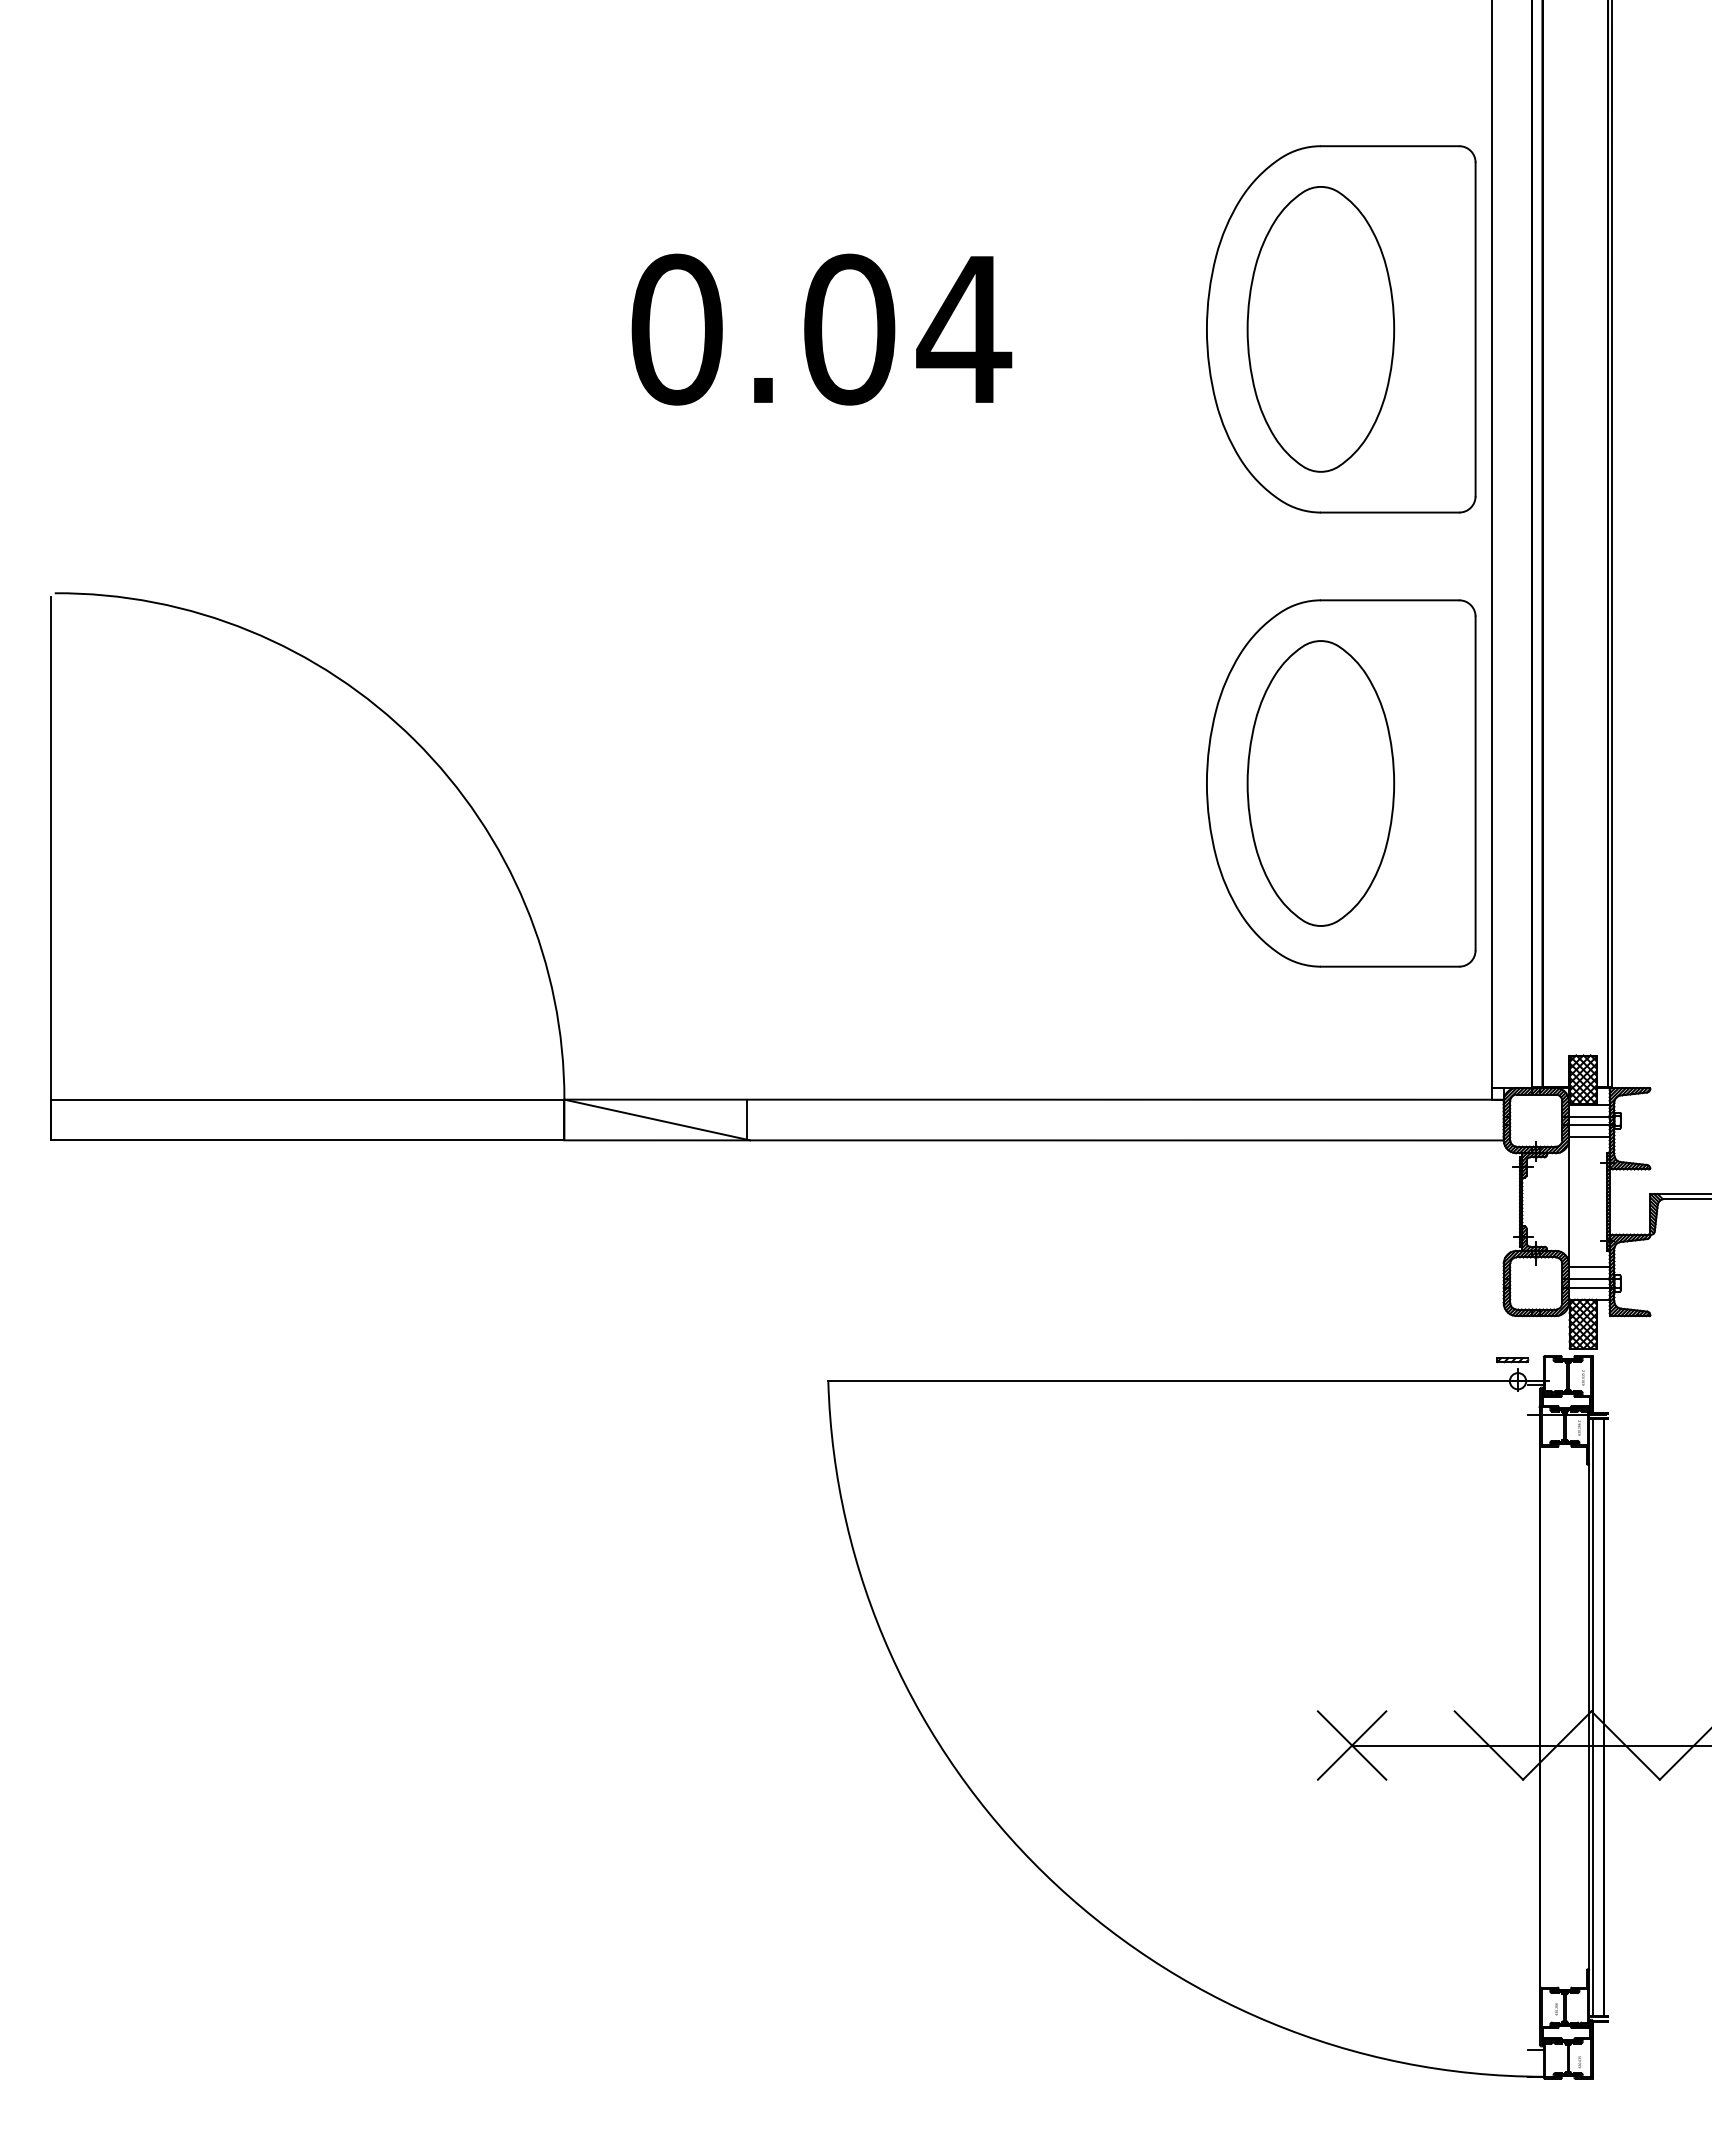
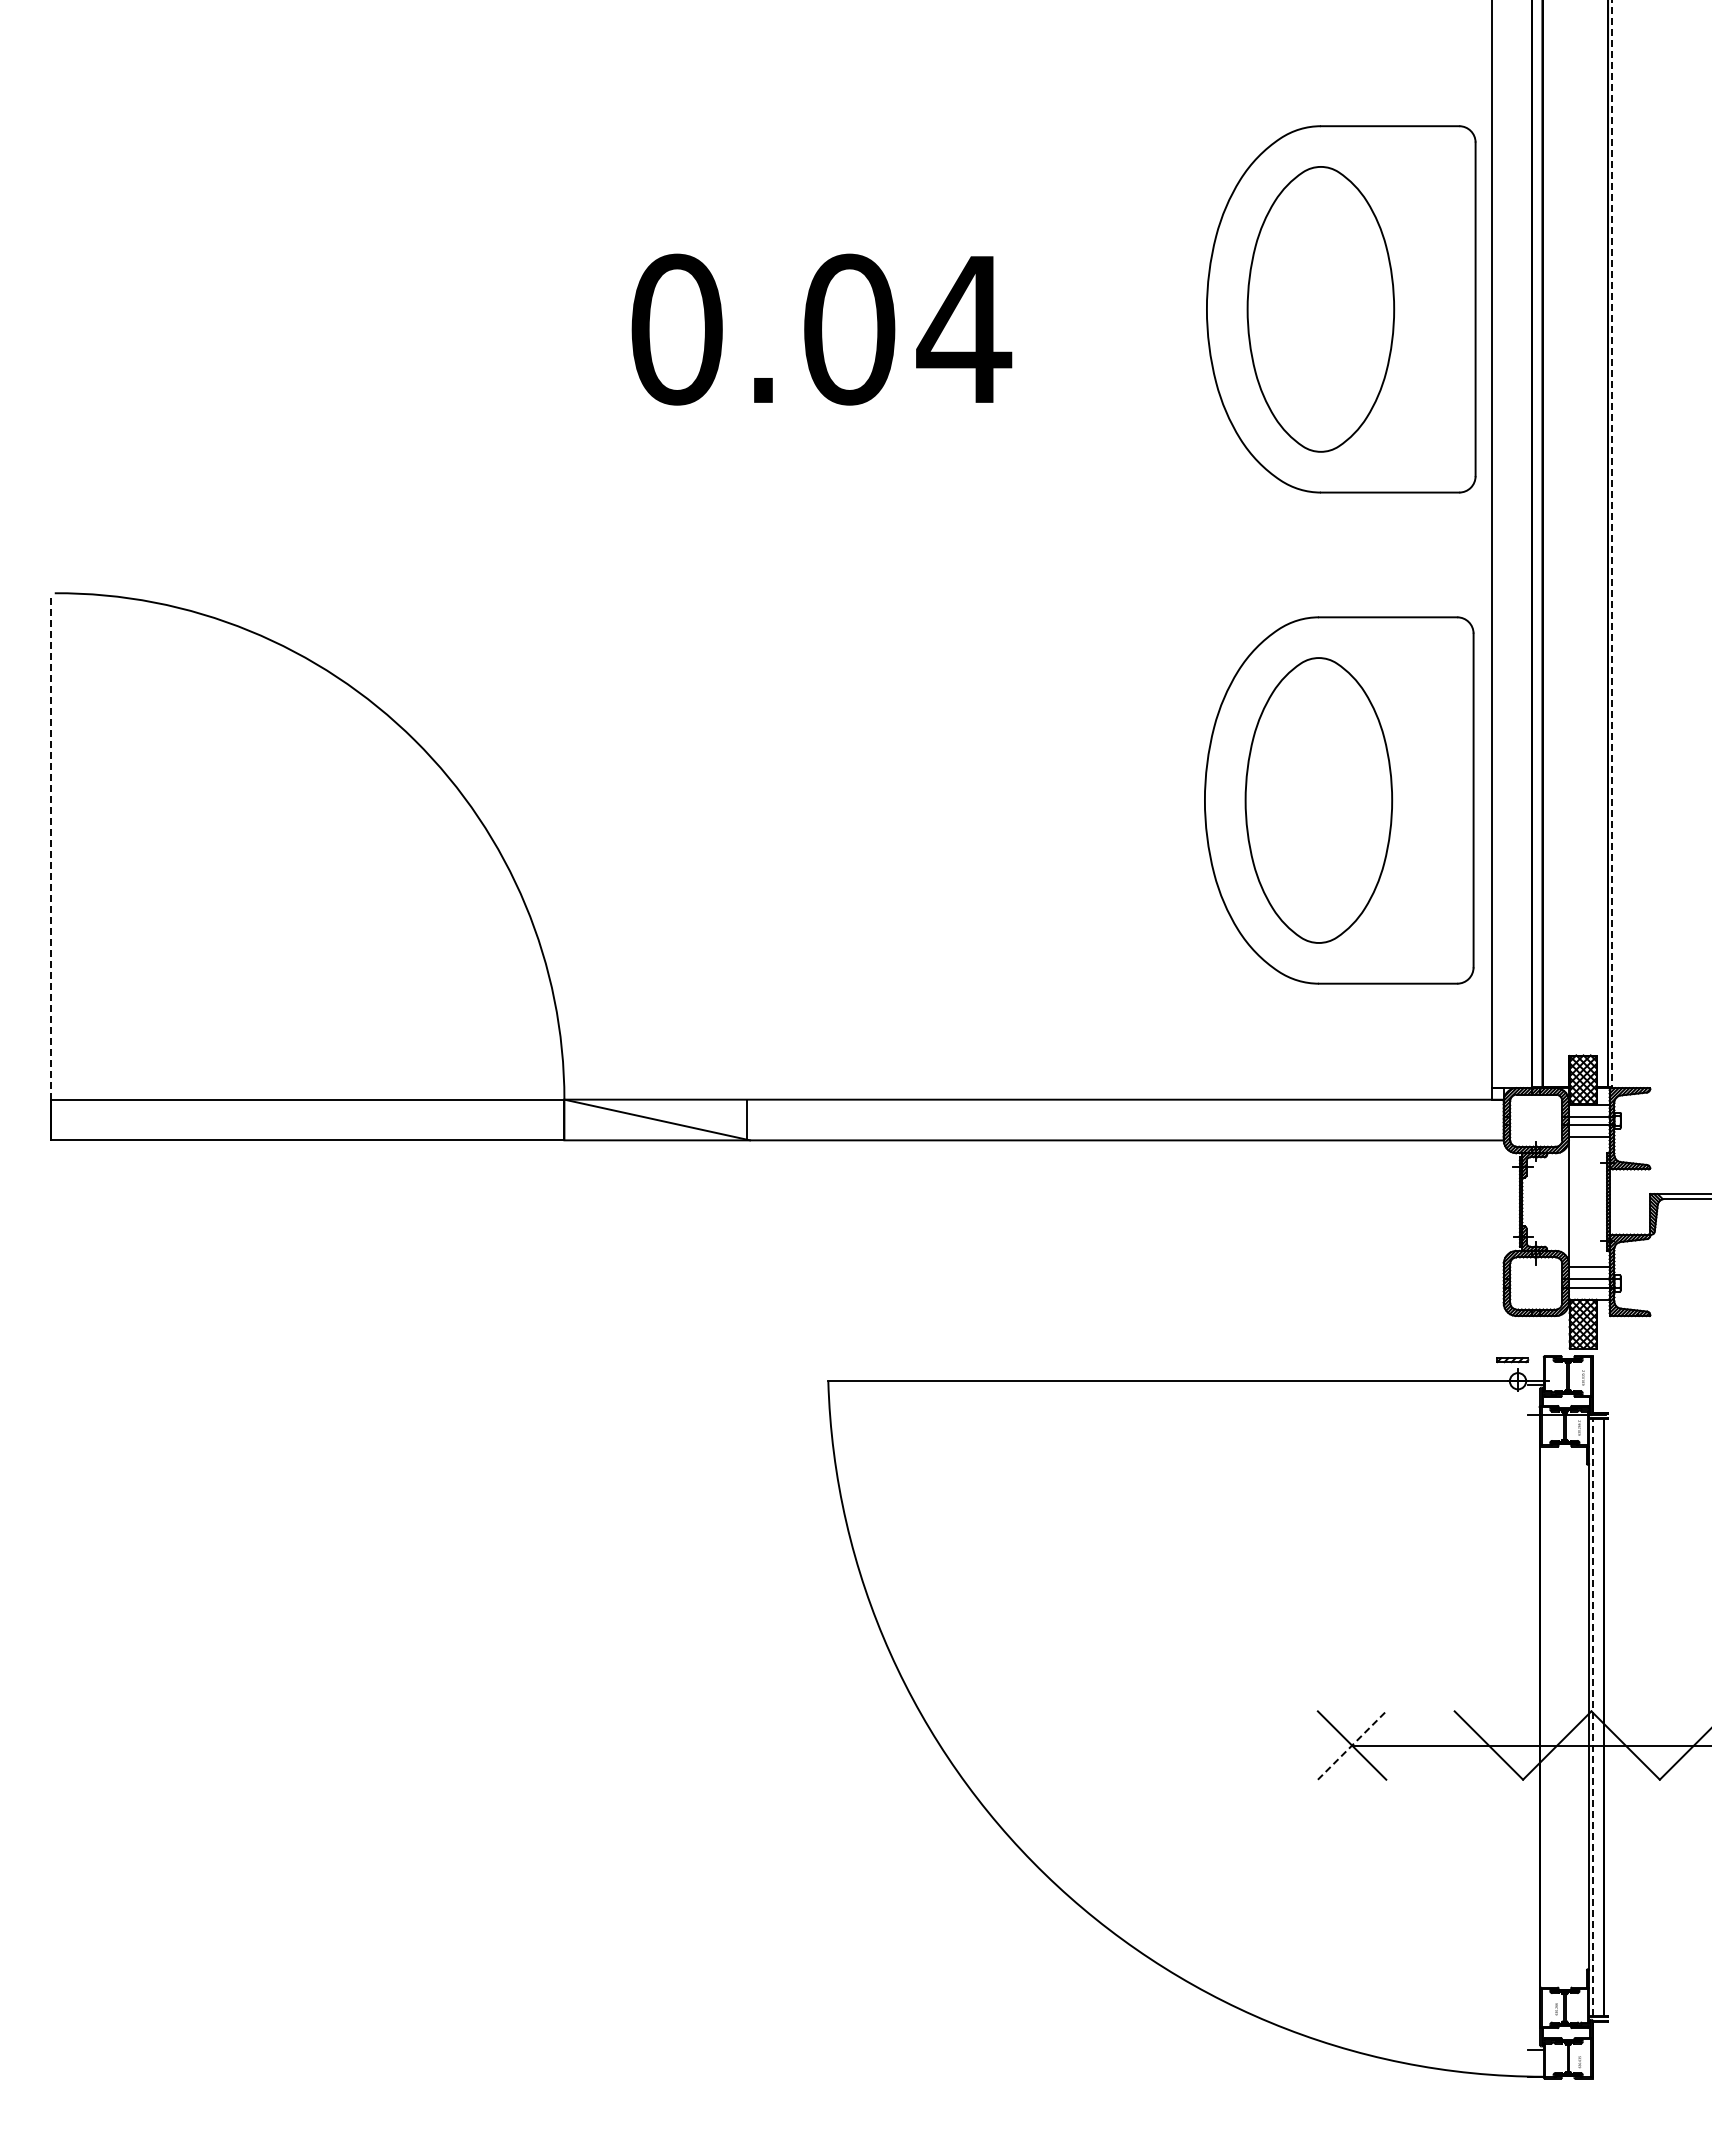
part at (1341, 329) position: (1341, 329) -> (1341, 309)
line at (1612, 543): solid -> dashed
part at (1341, 783) position: (1341, 783) -> (1339, 800)
line at (51, 847): solid -> dashed
line at (1593, 1717): solid -> dashed
line at (1352, 1745): solid -> dashed
